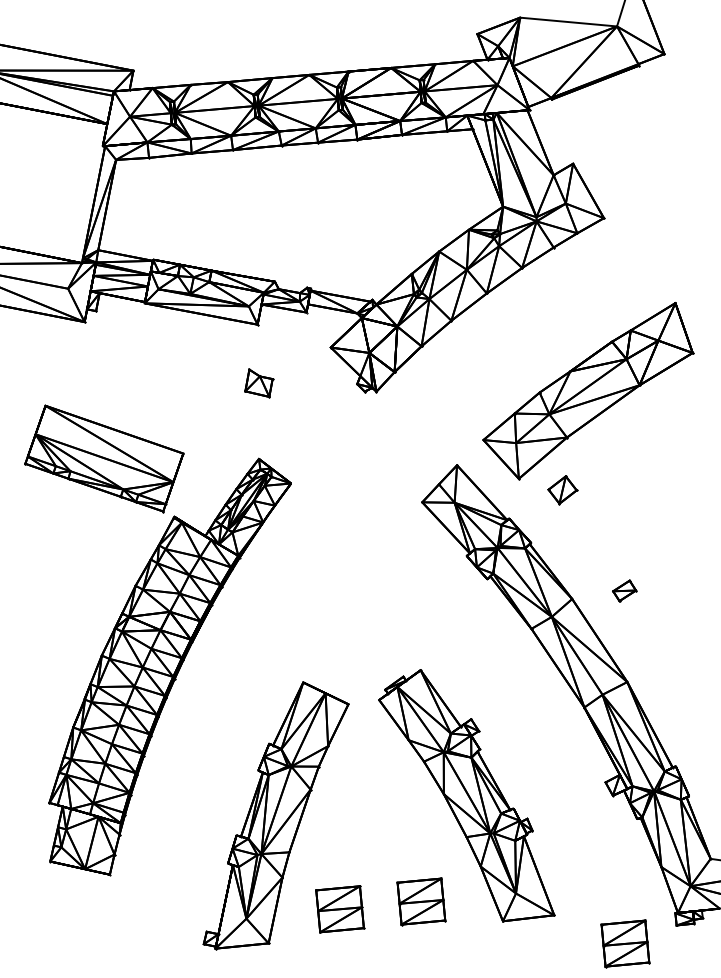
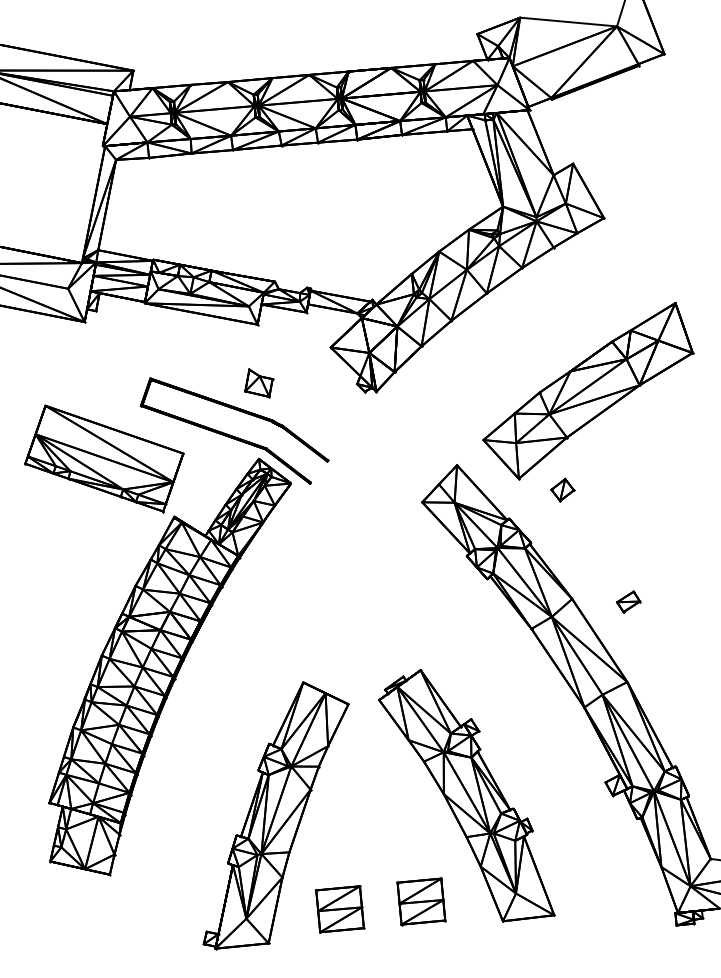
part at (234, 430): none -> present
part at (562, 490) size: 32x31 px -> 26x26 px
part at (624, 590) position: (624, 590) -> (628, 601)
part at (625, 943): present -> none
